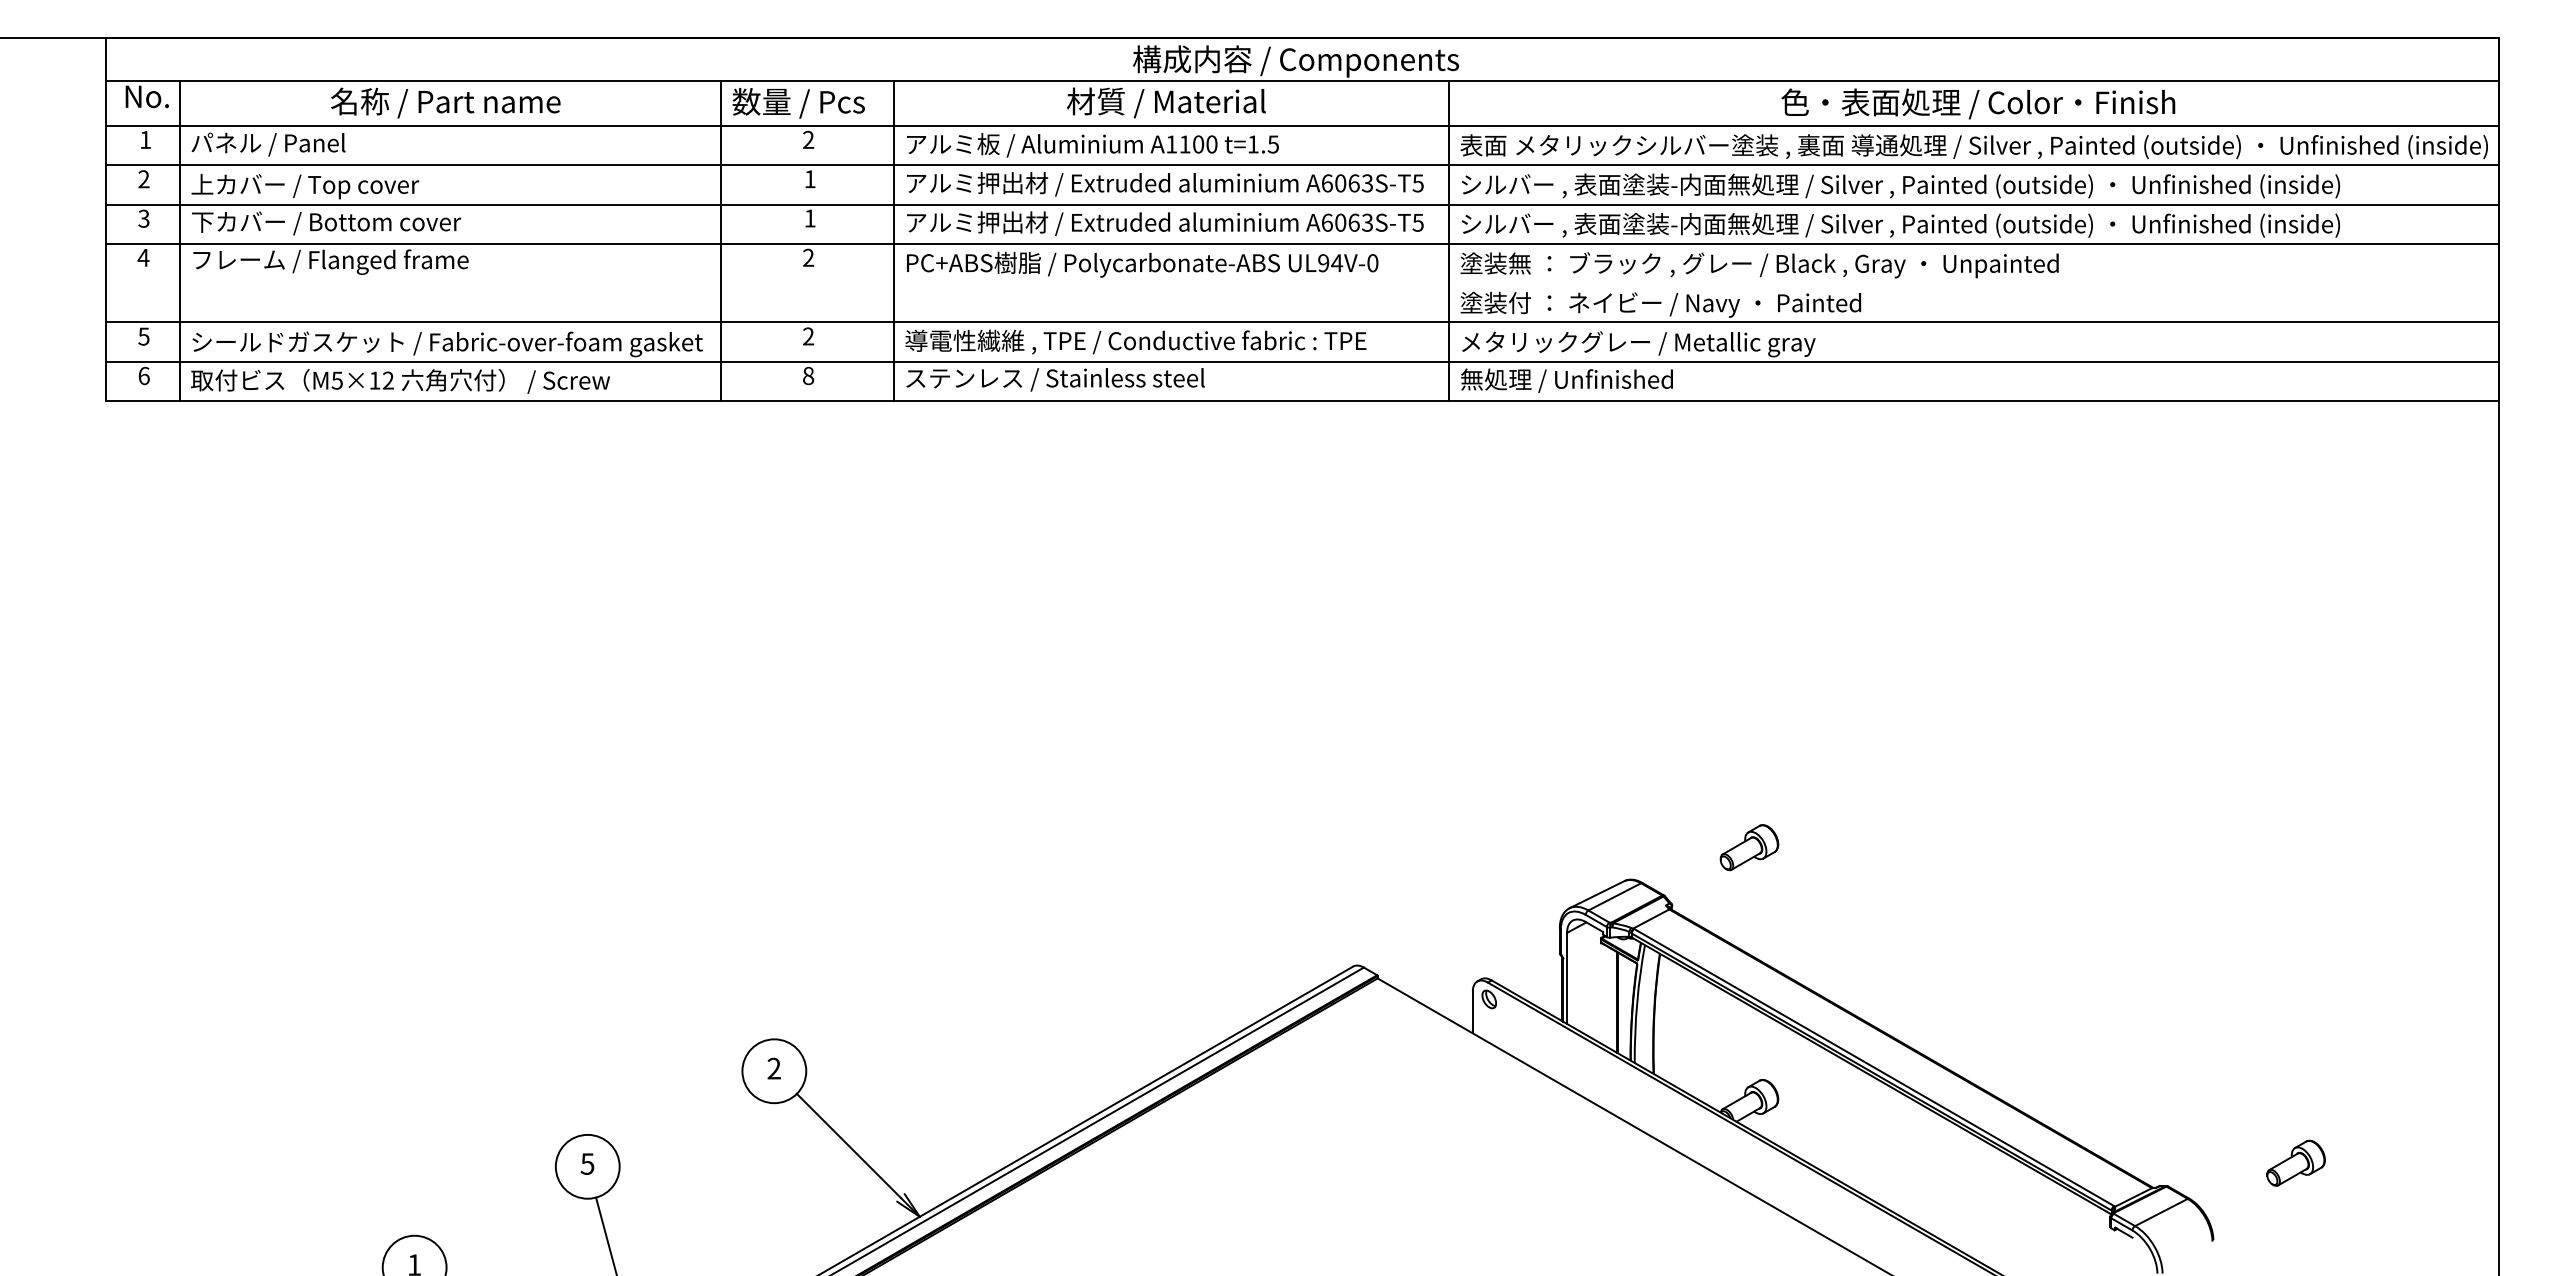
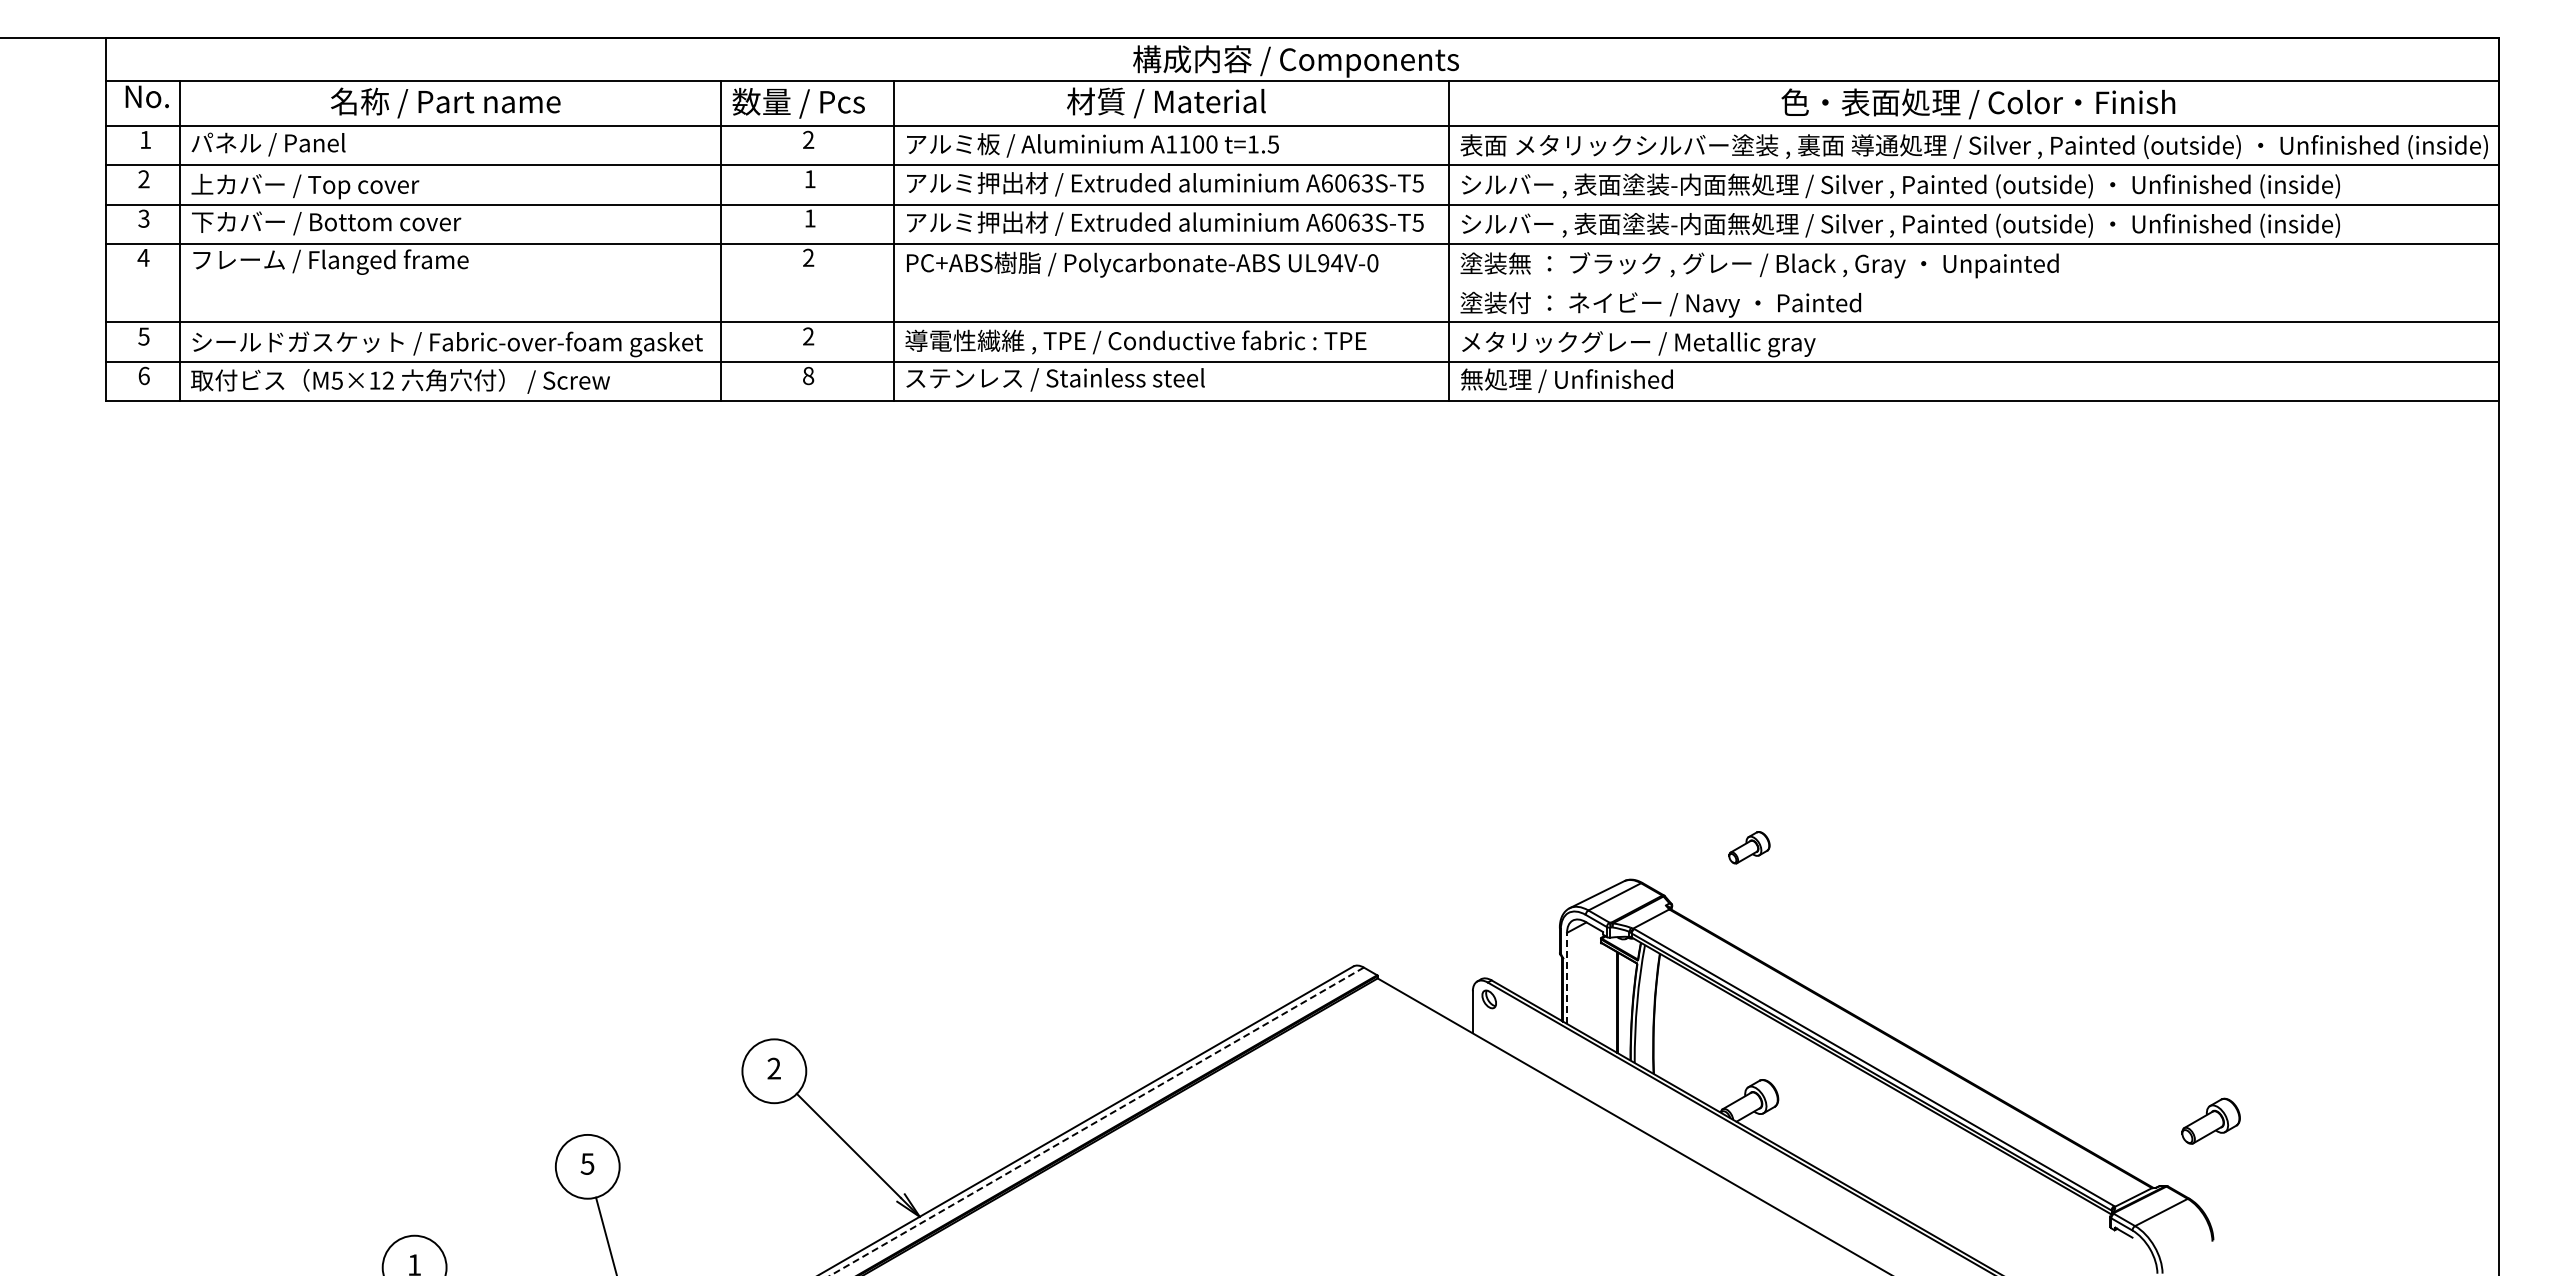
part at (1749, 847) size: 61x48 px -> 43x34 px
line at (1567, 978): solid -> dashed
line at (1096, 1121): solid -> dashed
part at (2295, 1162) position: (2295, 1162) -> (2210, 1120)
